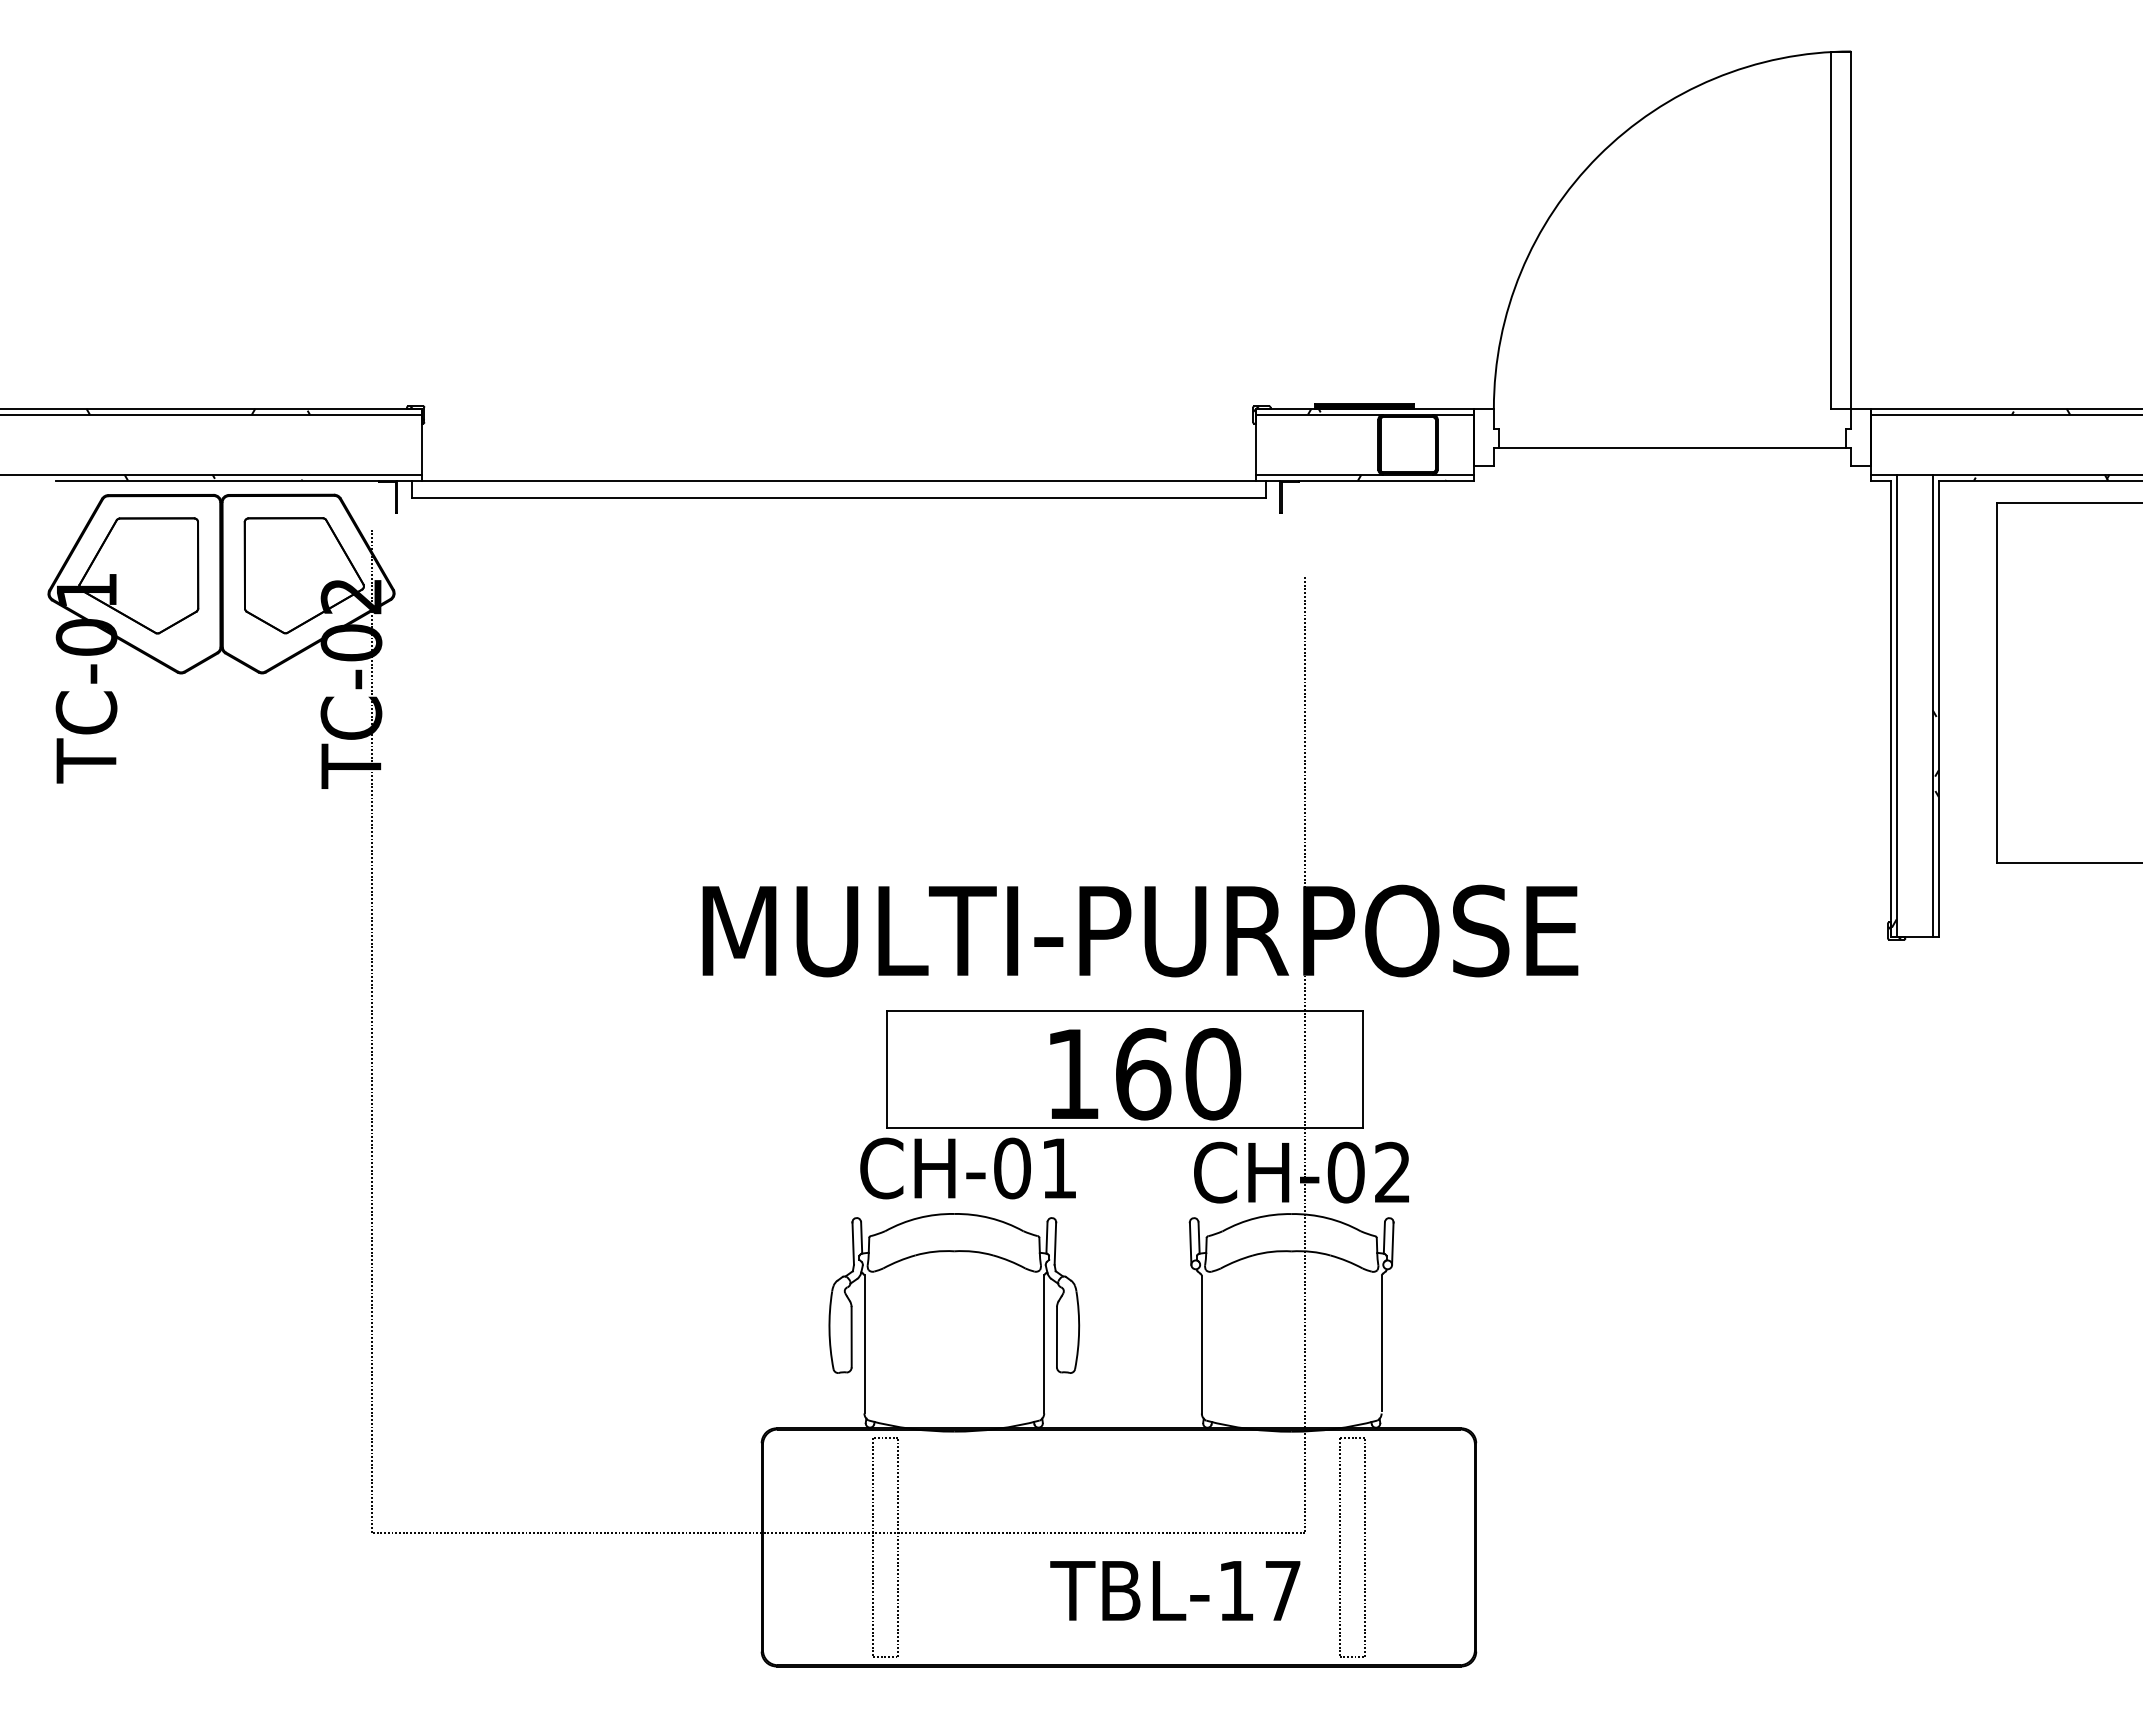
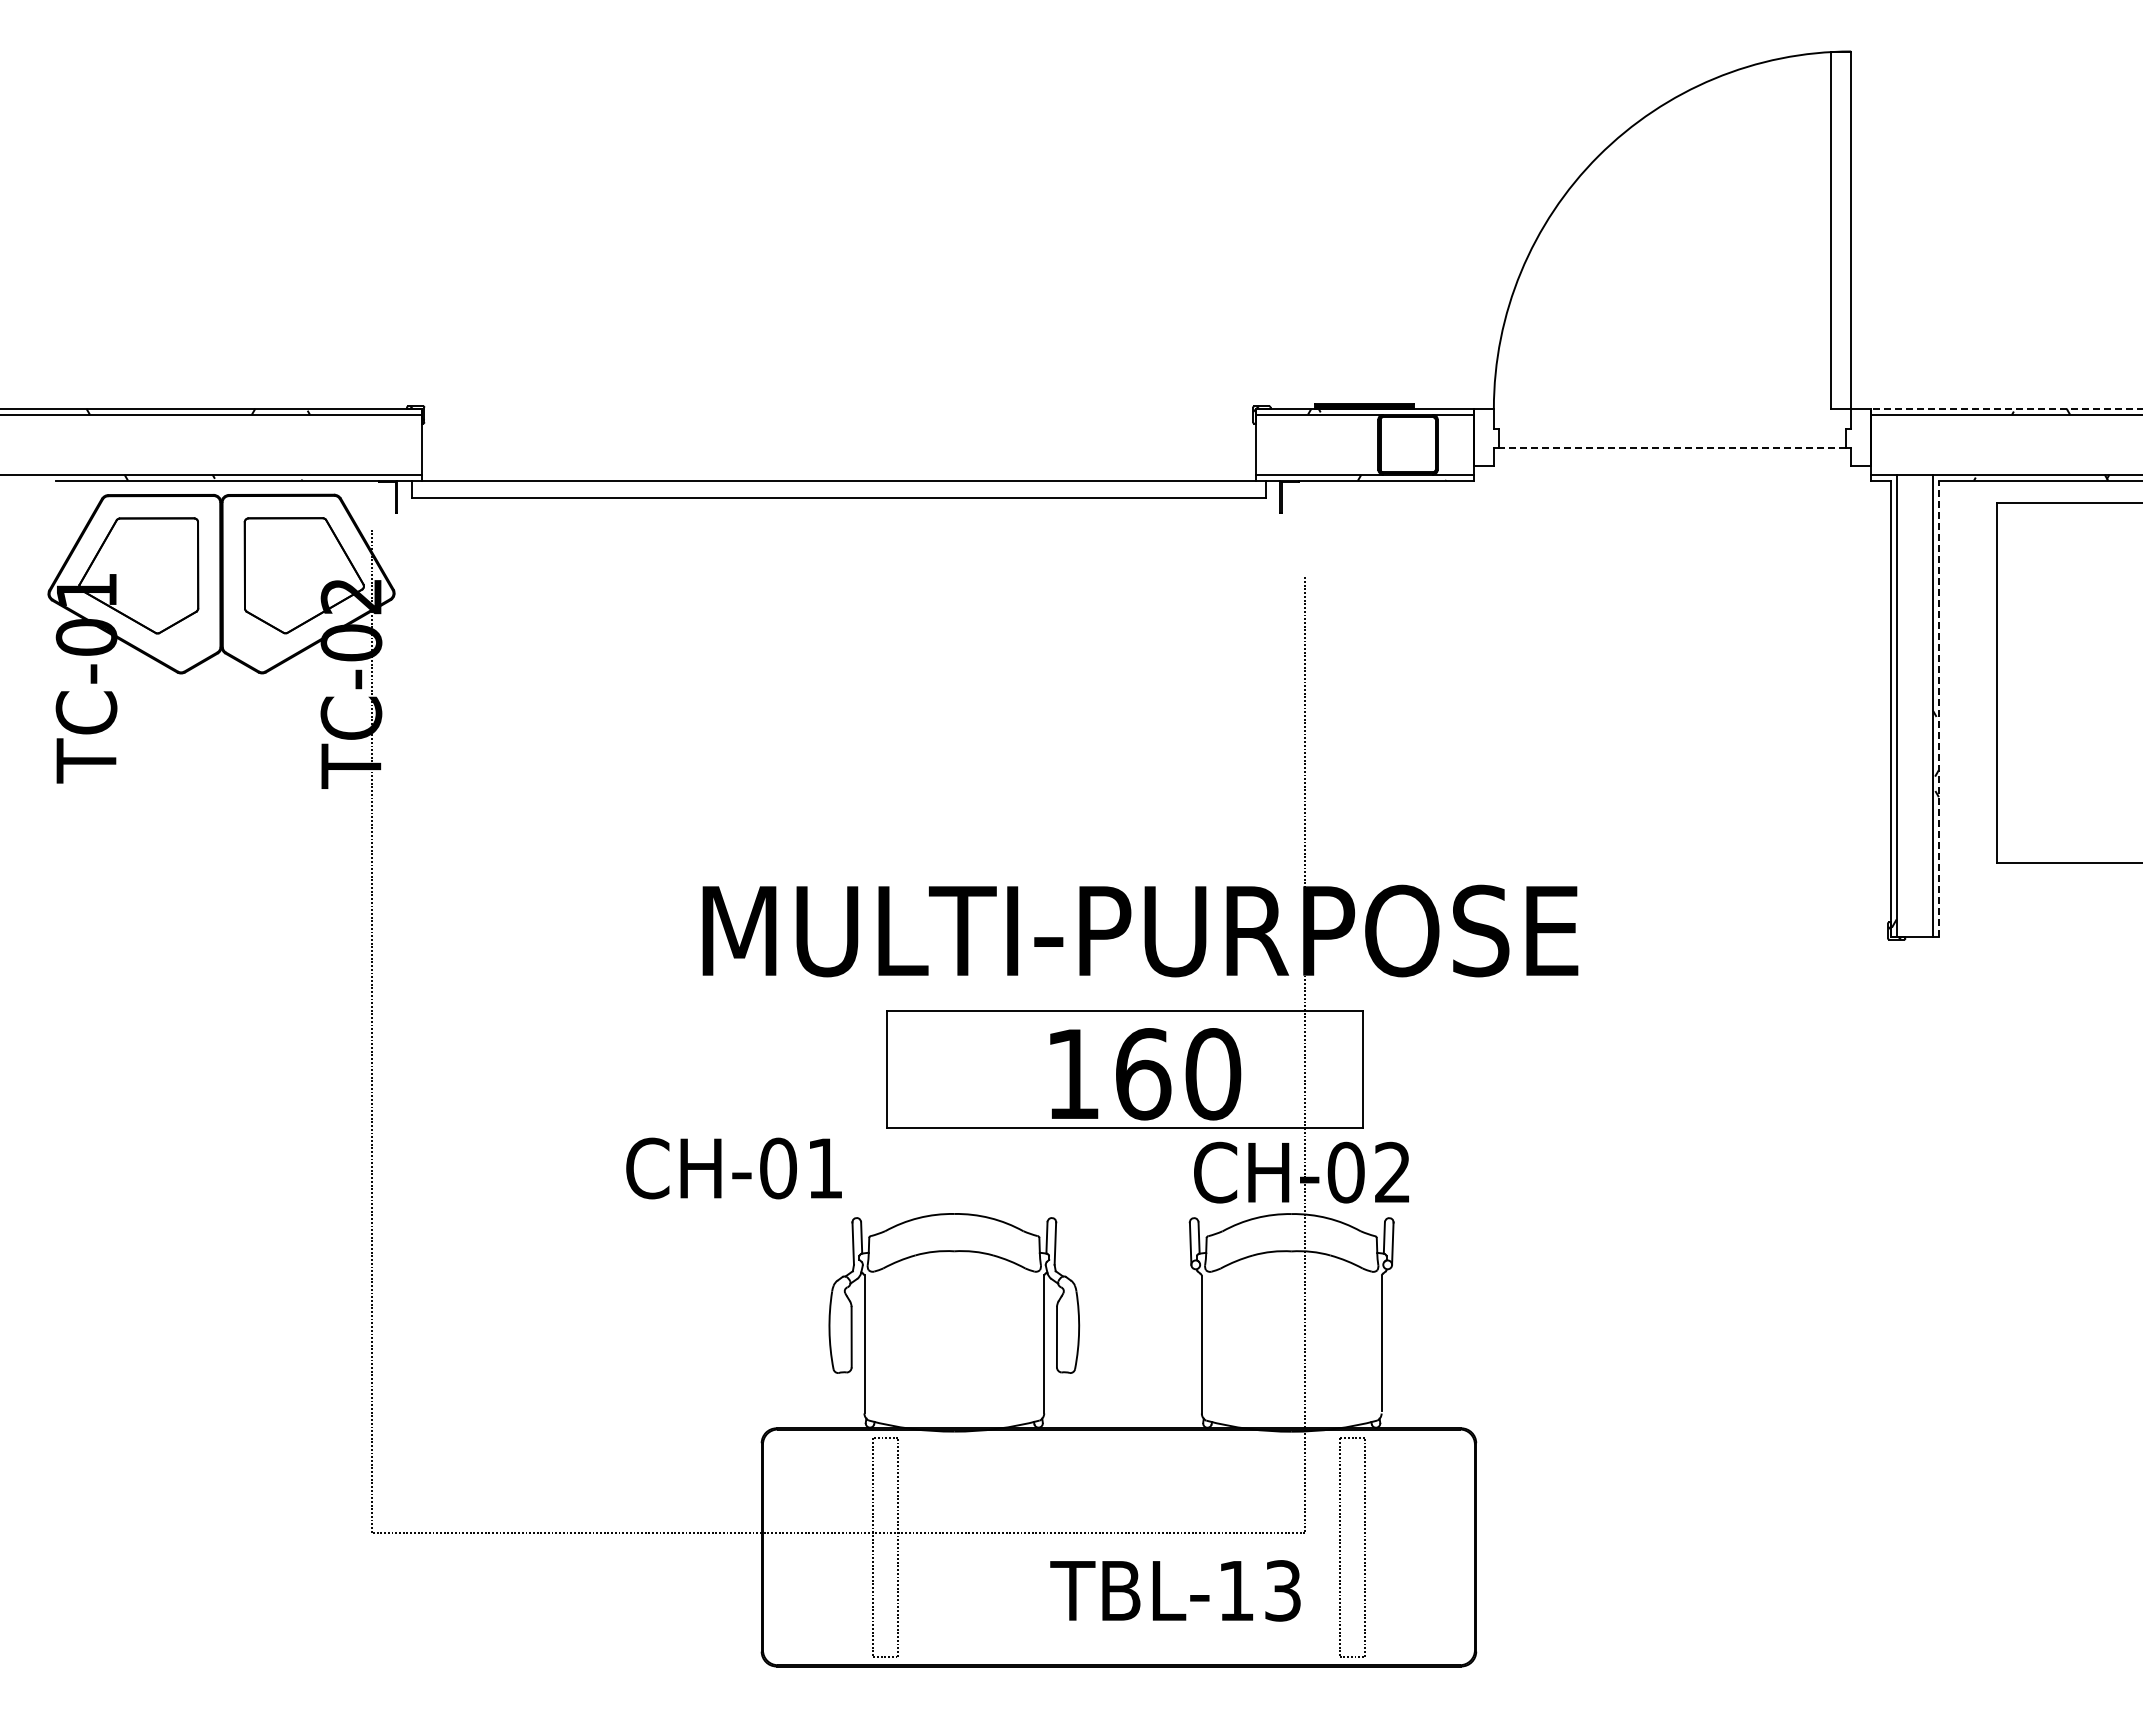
line at (2006, 408): solid -> dashed
line at (1672, 448): solid -> dashed
line at (1938, 708): solid -> dashed
text at (967, 1168) position: (967, 1168) -> (733, 1168)
text at (1282, 1590): TBL-17 -> TBL-13
